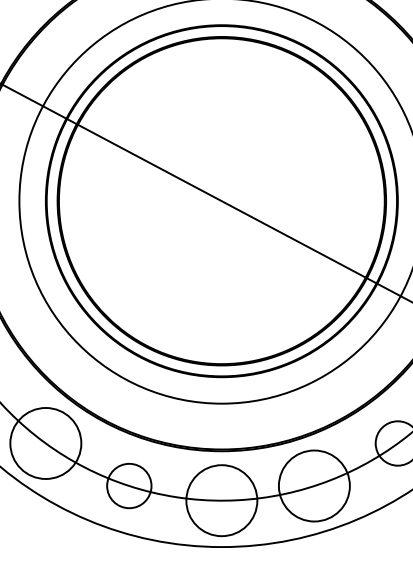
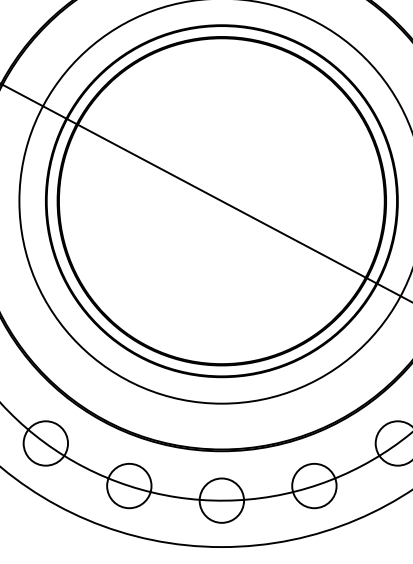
circle at (45, 442) diameter: 71 px -> 44 px
circle at (313, 485) diameter: 71 px -> 44 px
circle at (221, 500) diameter: 71 px -> 44 px
